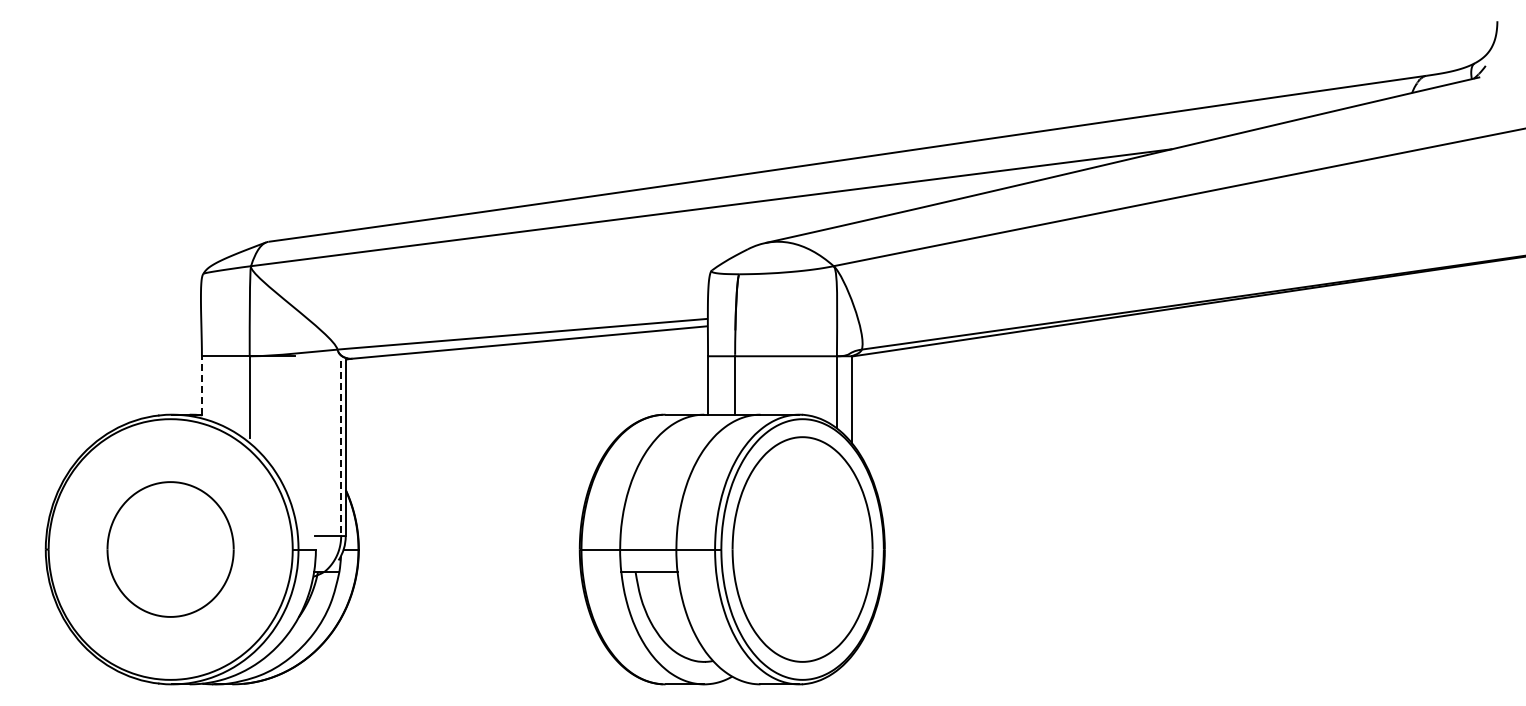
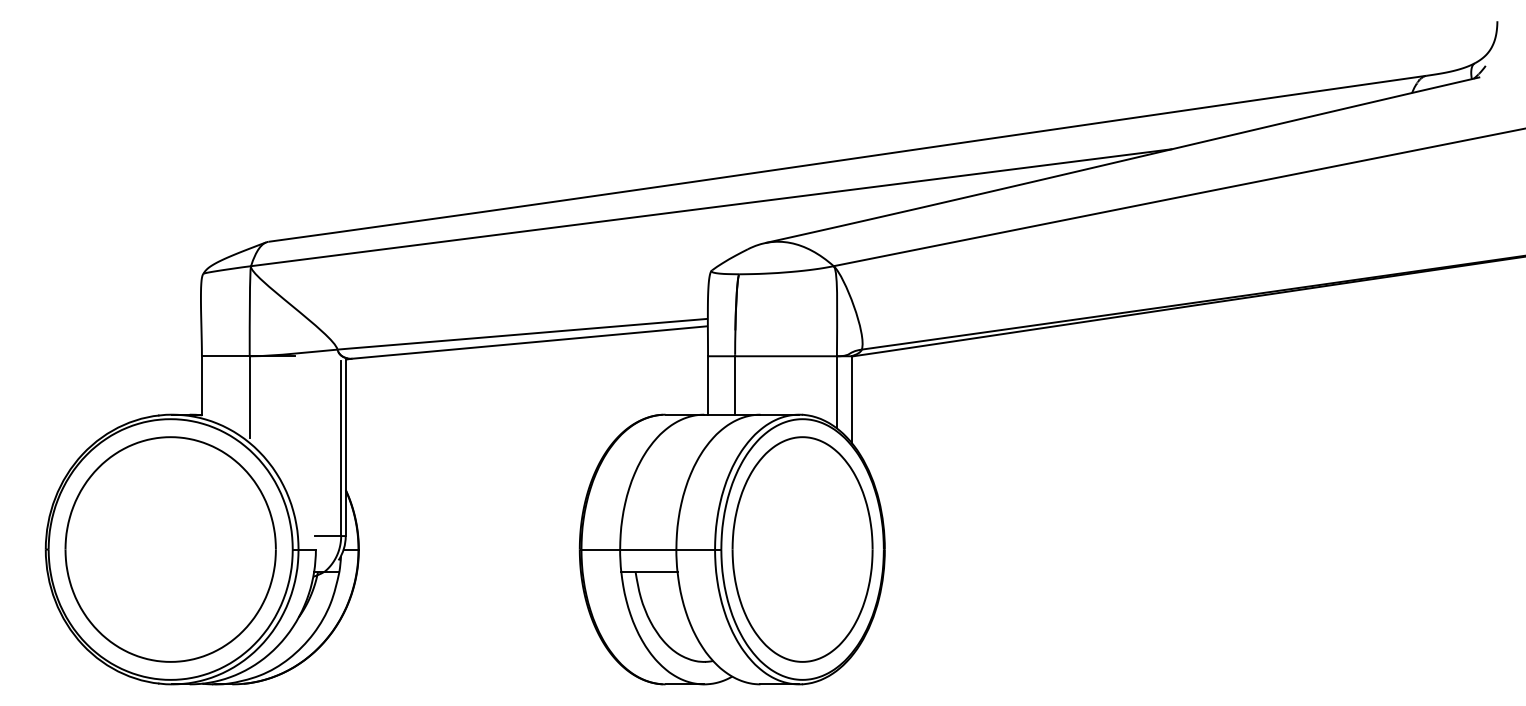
line at (201, 384): dashed -> solid
line at (341, 448): dashed -> solid
part at (170, 549) size: 129x137 px -> 213x227 px
